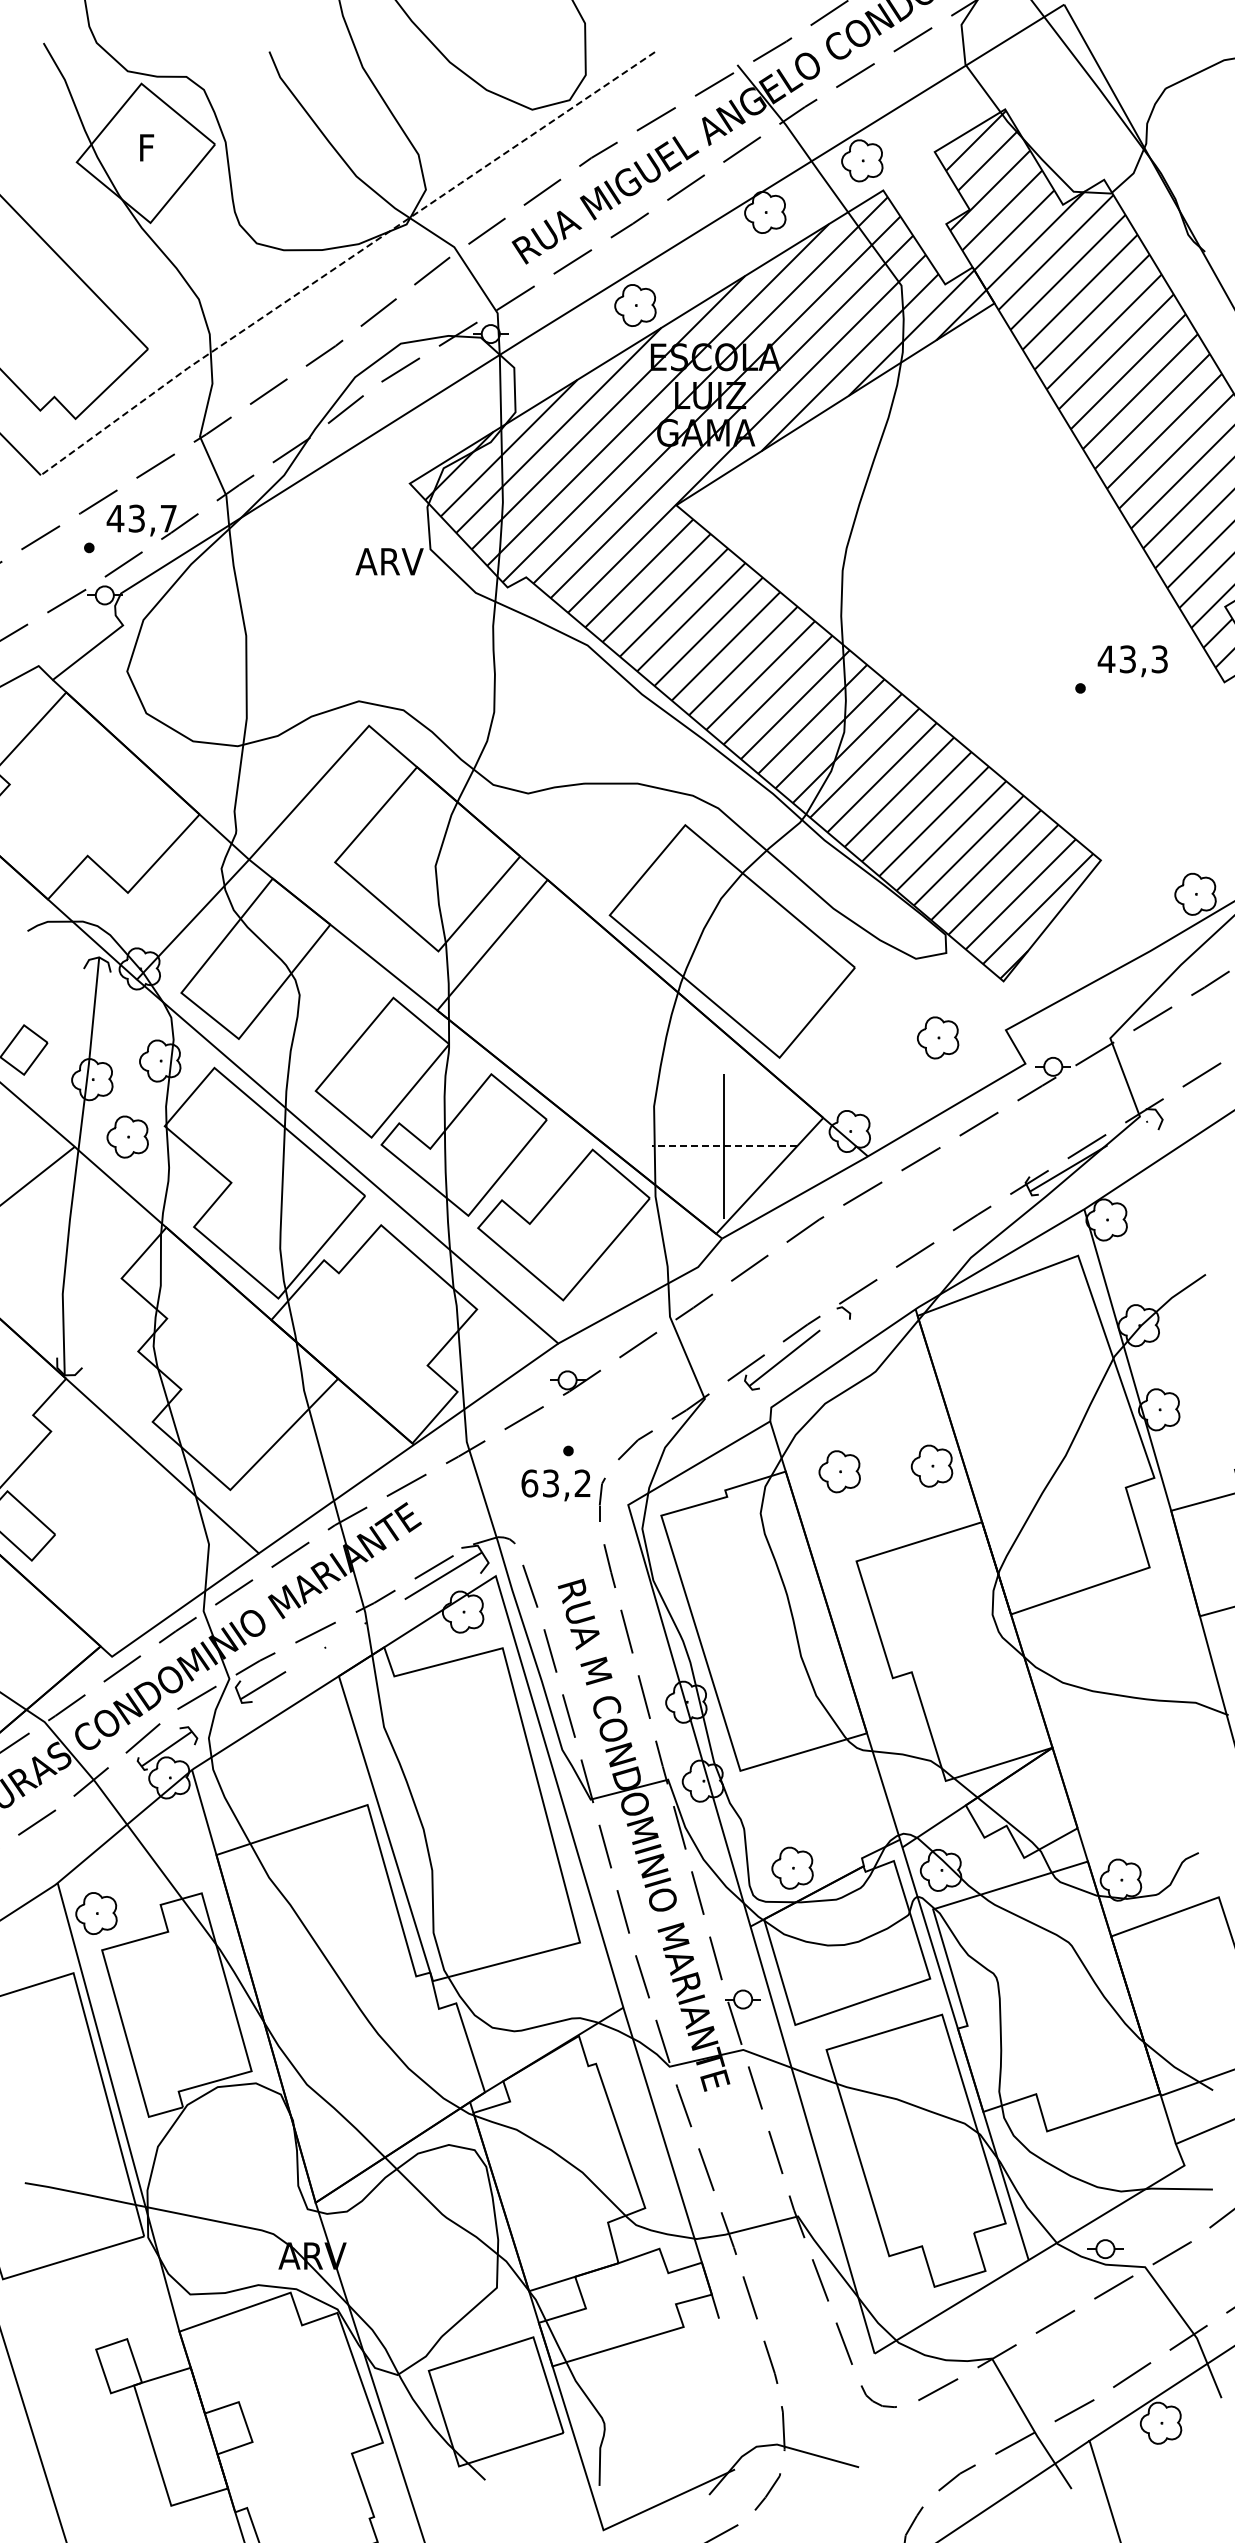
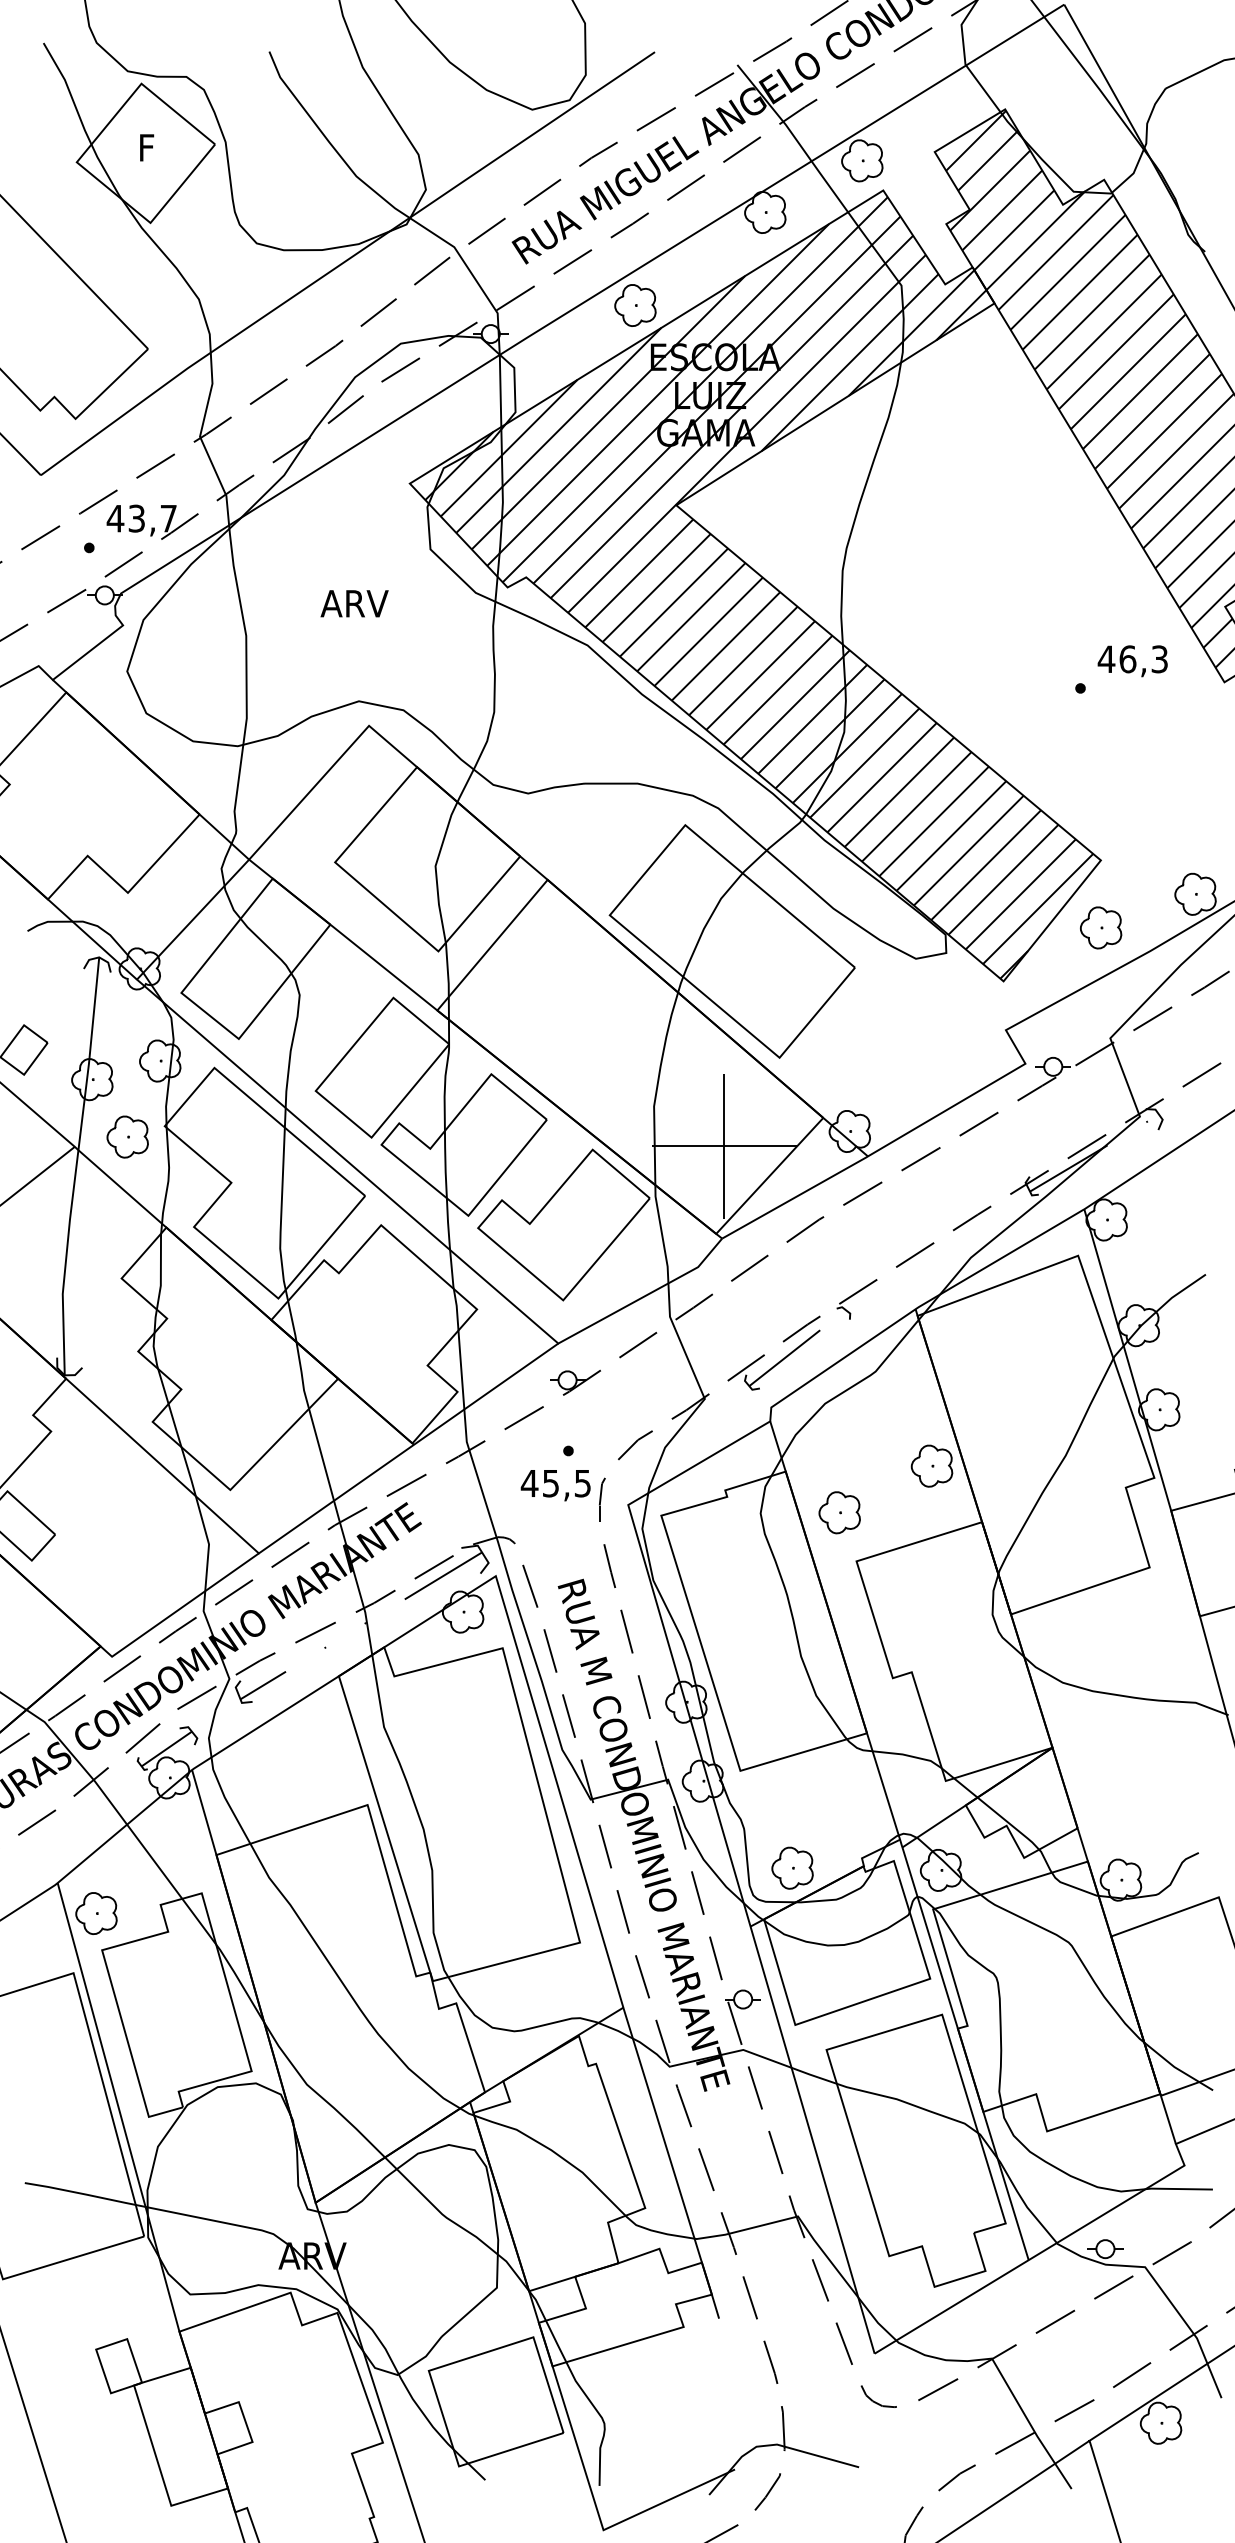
line at (345, 261): dashed -> solid
text at (389, 561) position: (389, 561) -> (354, 603)
text at (1127, 659): 43,3 -> 46,3
part at (938, 1037) position: (938, 1037) -> (1101, 927)
line at (723, 1146): dashed -> solid
part at (839, 1471) position: (839, 1471) -> (839, 1512)
text at (555, 1483): 63,2 -> 45,5
